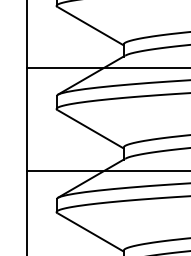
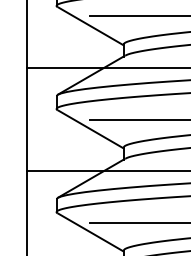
line at (138, 16): none -> present
line at (138, 119): none -> present
line at (138, 222): none -> present
